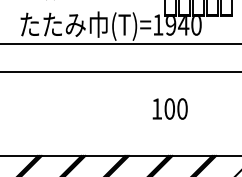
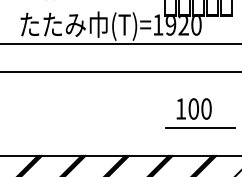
text at (183, 26): (T)=1940 -> (T)=1920
text at (169, 108) position: (169, 108) -> (193, 108)
line at (200, 127): none -> present
